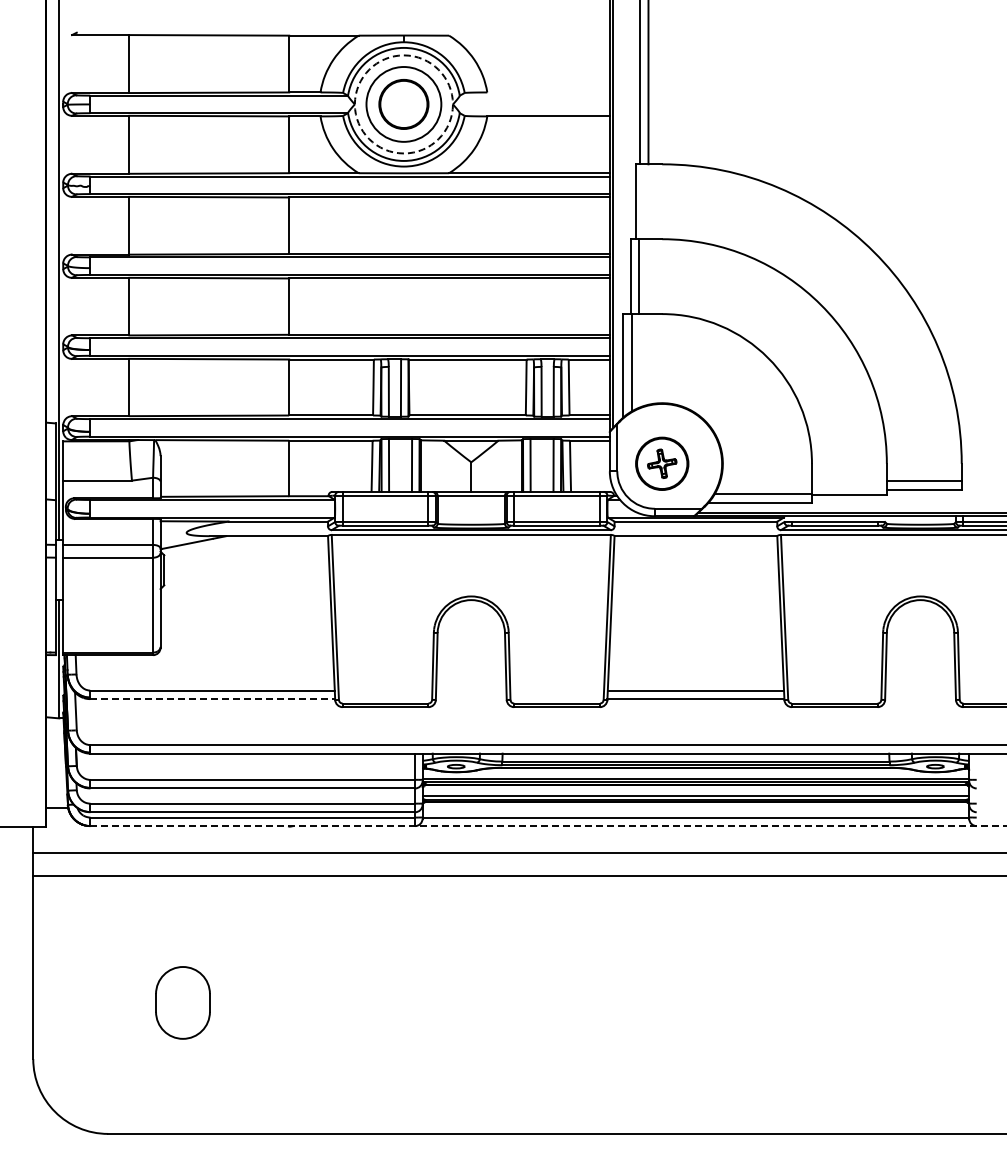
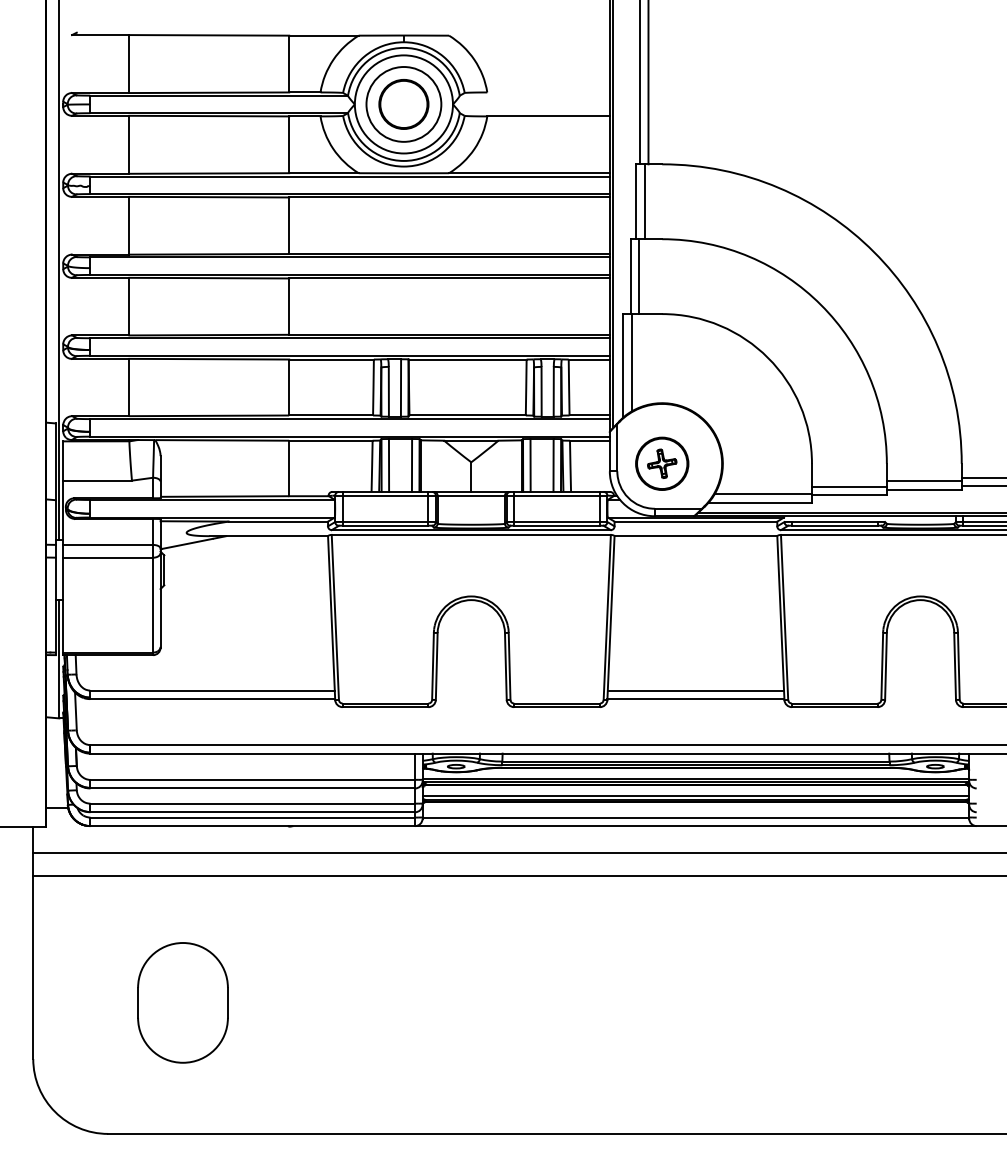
circle at (403, 104): dashed -> solid
line at (644, 201): none -> present
line at (982, 477): none -> present
line at (848, 486): none -> present
line at (982, 486): none -> present
line at (212, 699): dashed -> solid
line at (549, 826): dashed -> solid
part at (182, 1002) size: 56x74 px -> 92x122 px
